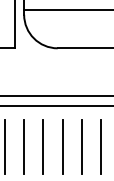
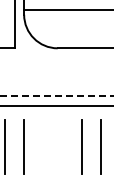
line at (57, 96): solid -> dashed
line at (43, 146): present -> none
line at (62, 146): present -> none
